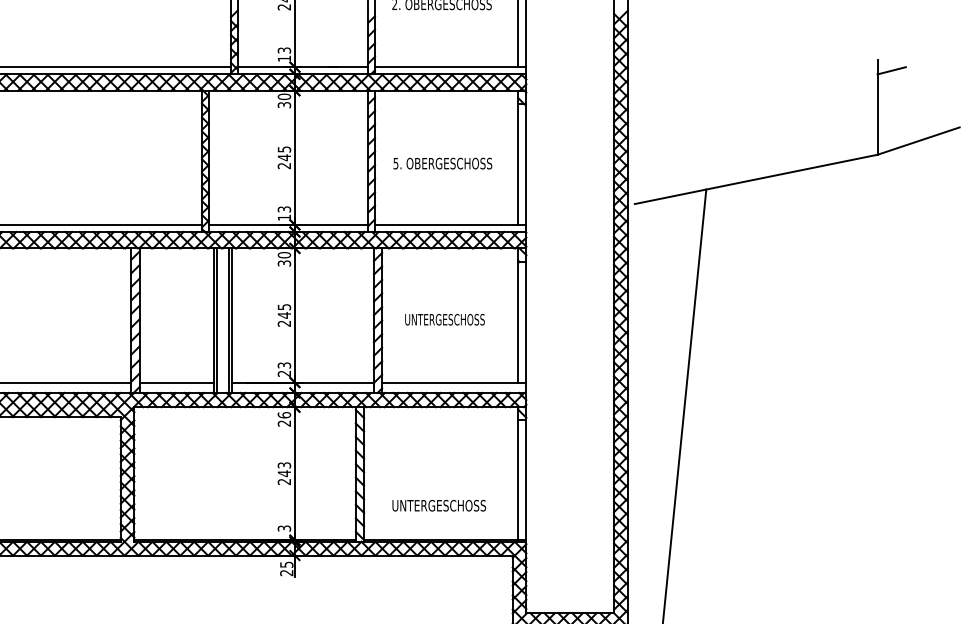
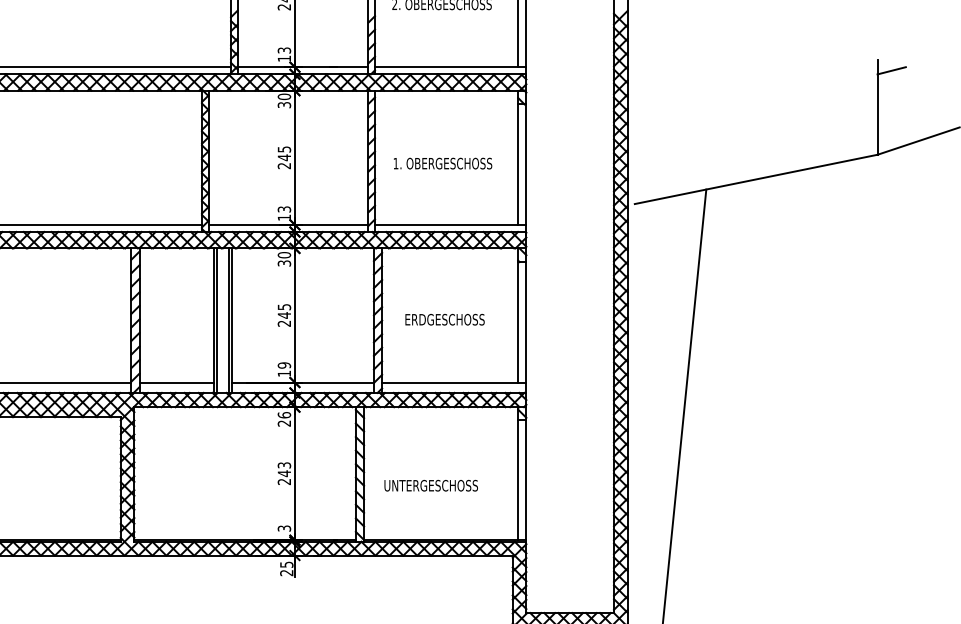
text at (395, 163): 5. -> 1.
text at (444, 319): UNTERGESCHOSS -> ERDGESCHOSS
text at (283, 369): 23 -> 19
text at (438, 505) position: (438, 505) -> (430, 485)
